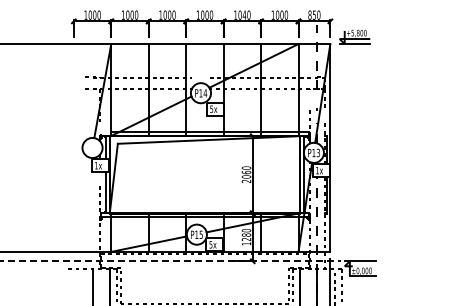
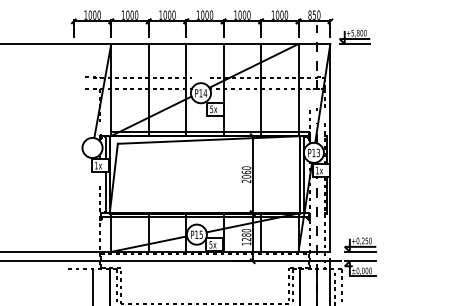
text at (244, 14): 1040 -> 1000
part at (360, 244): none -> present
line at (171, 261): dashed -> solid
